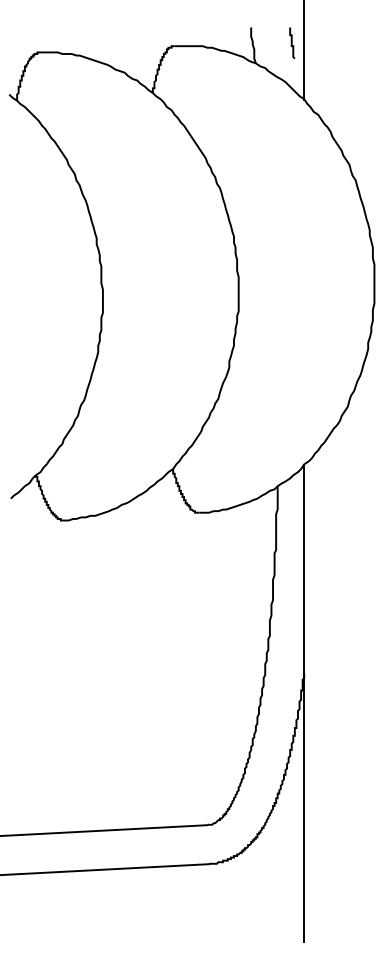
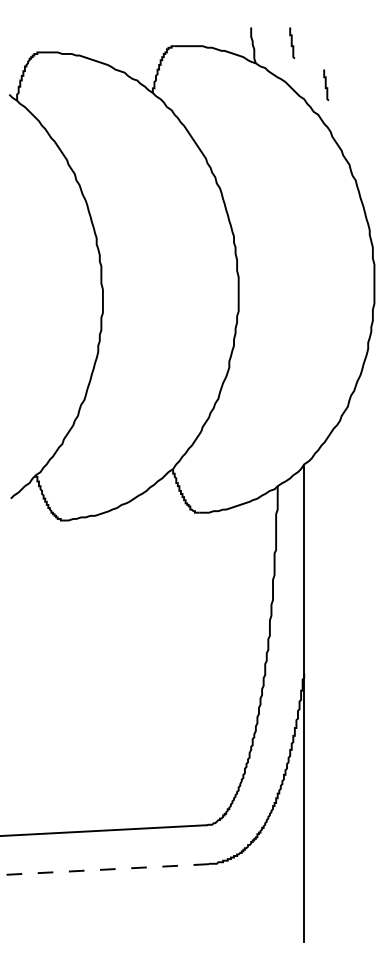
line at (304, 51): present -> none
line at (326, 84): none -> present
line at (104, 869): solid -> dashed
